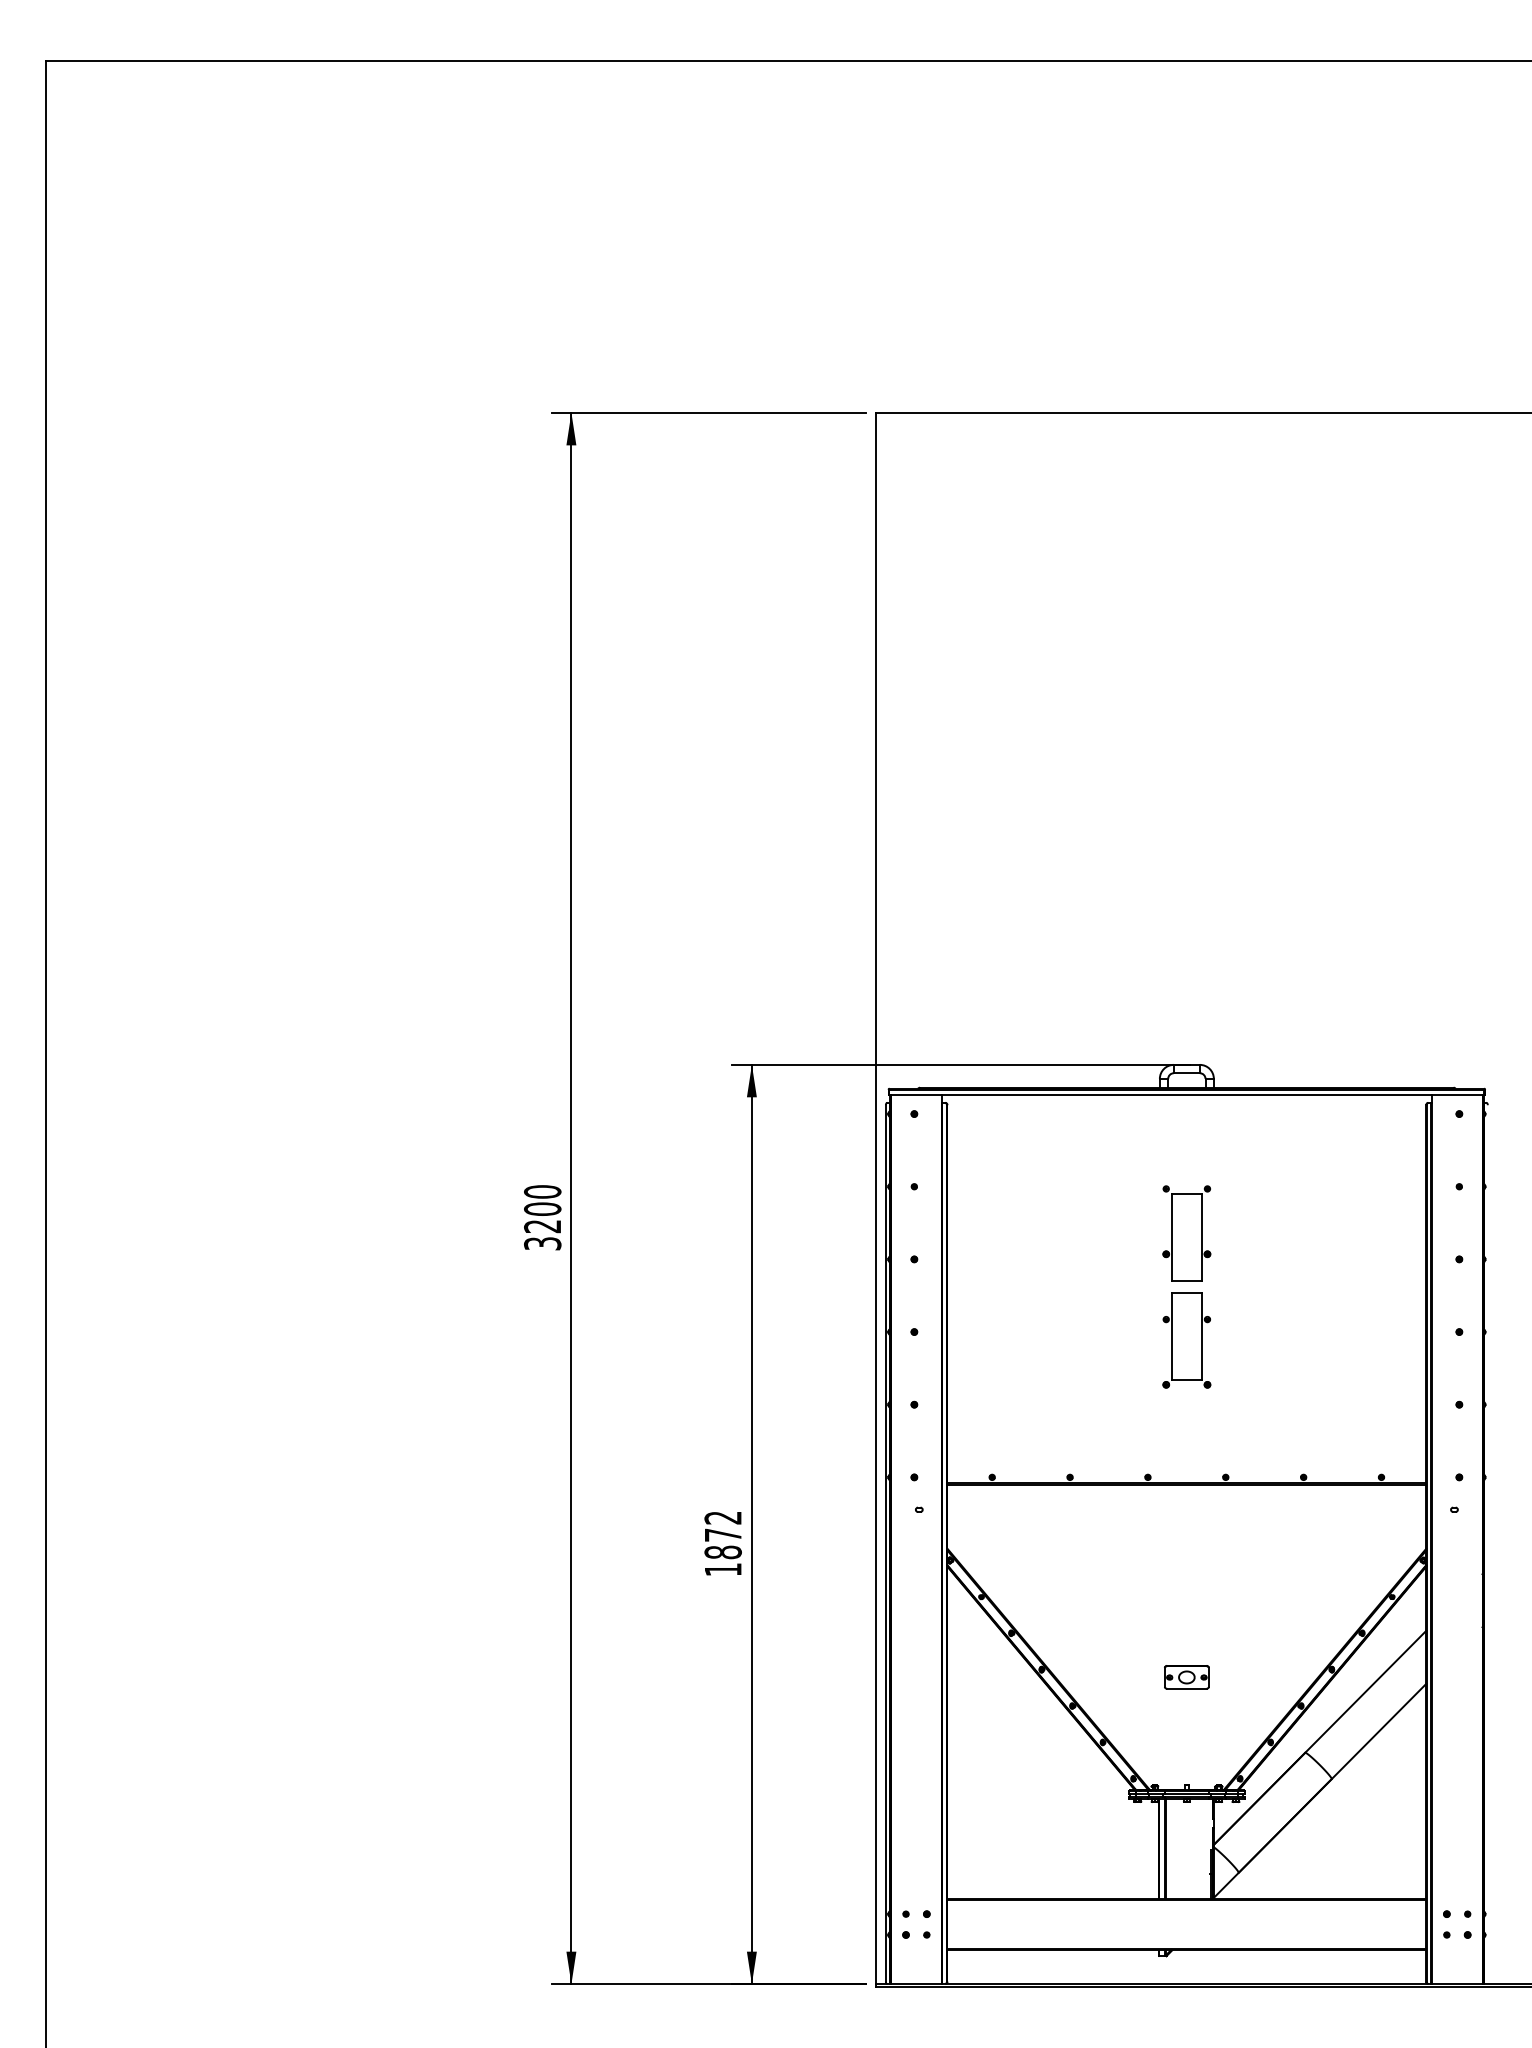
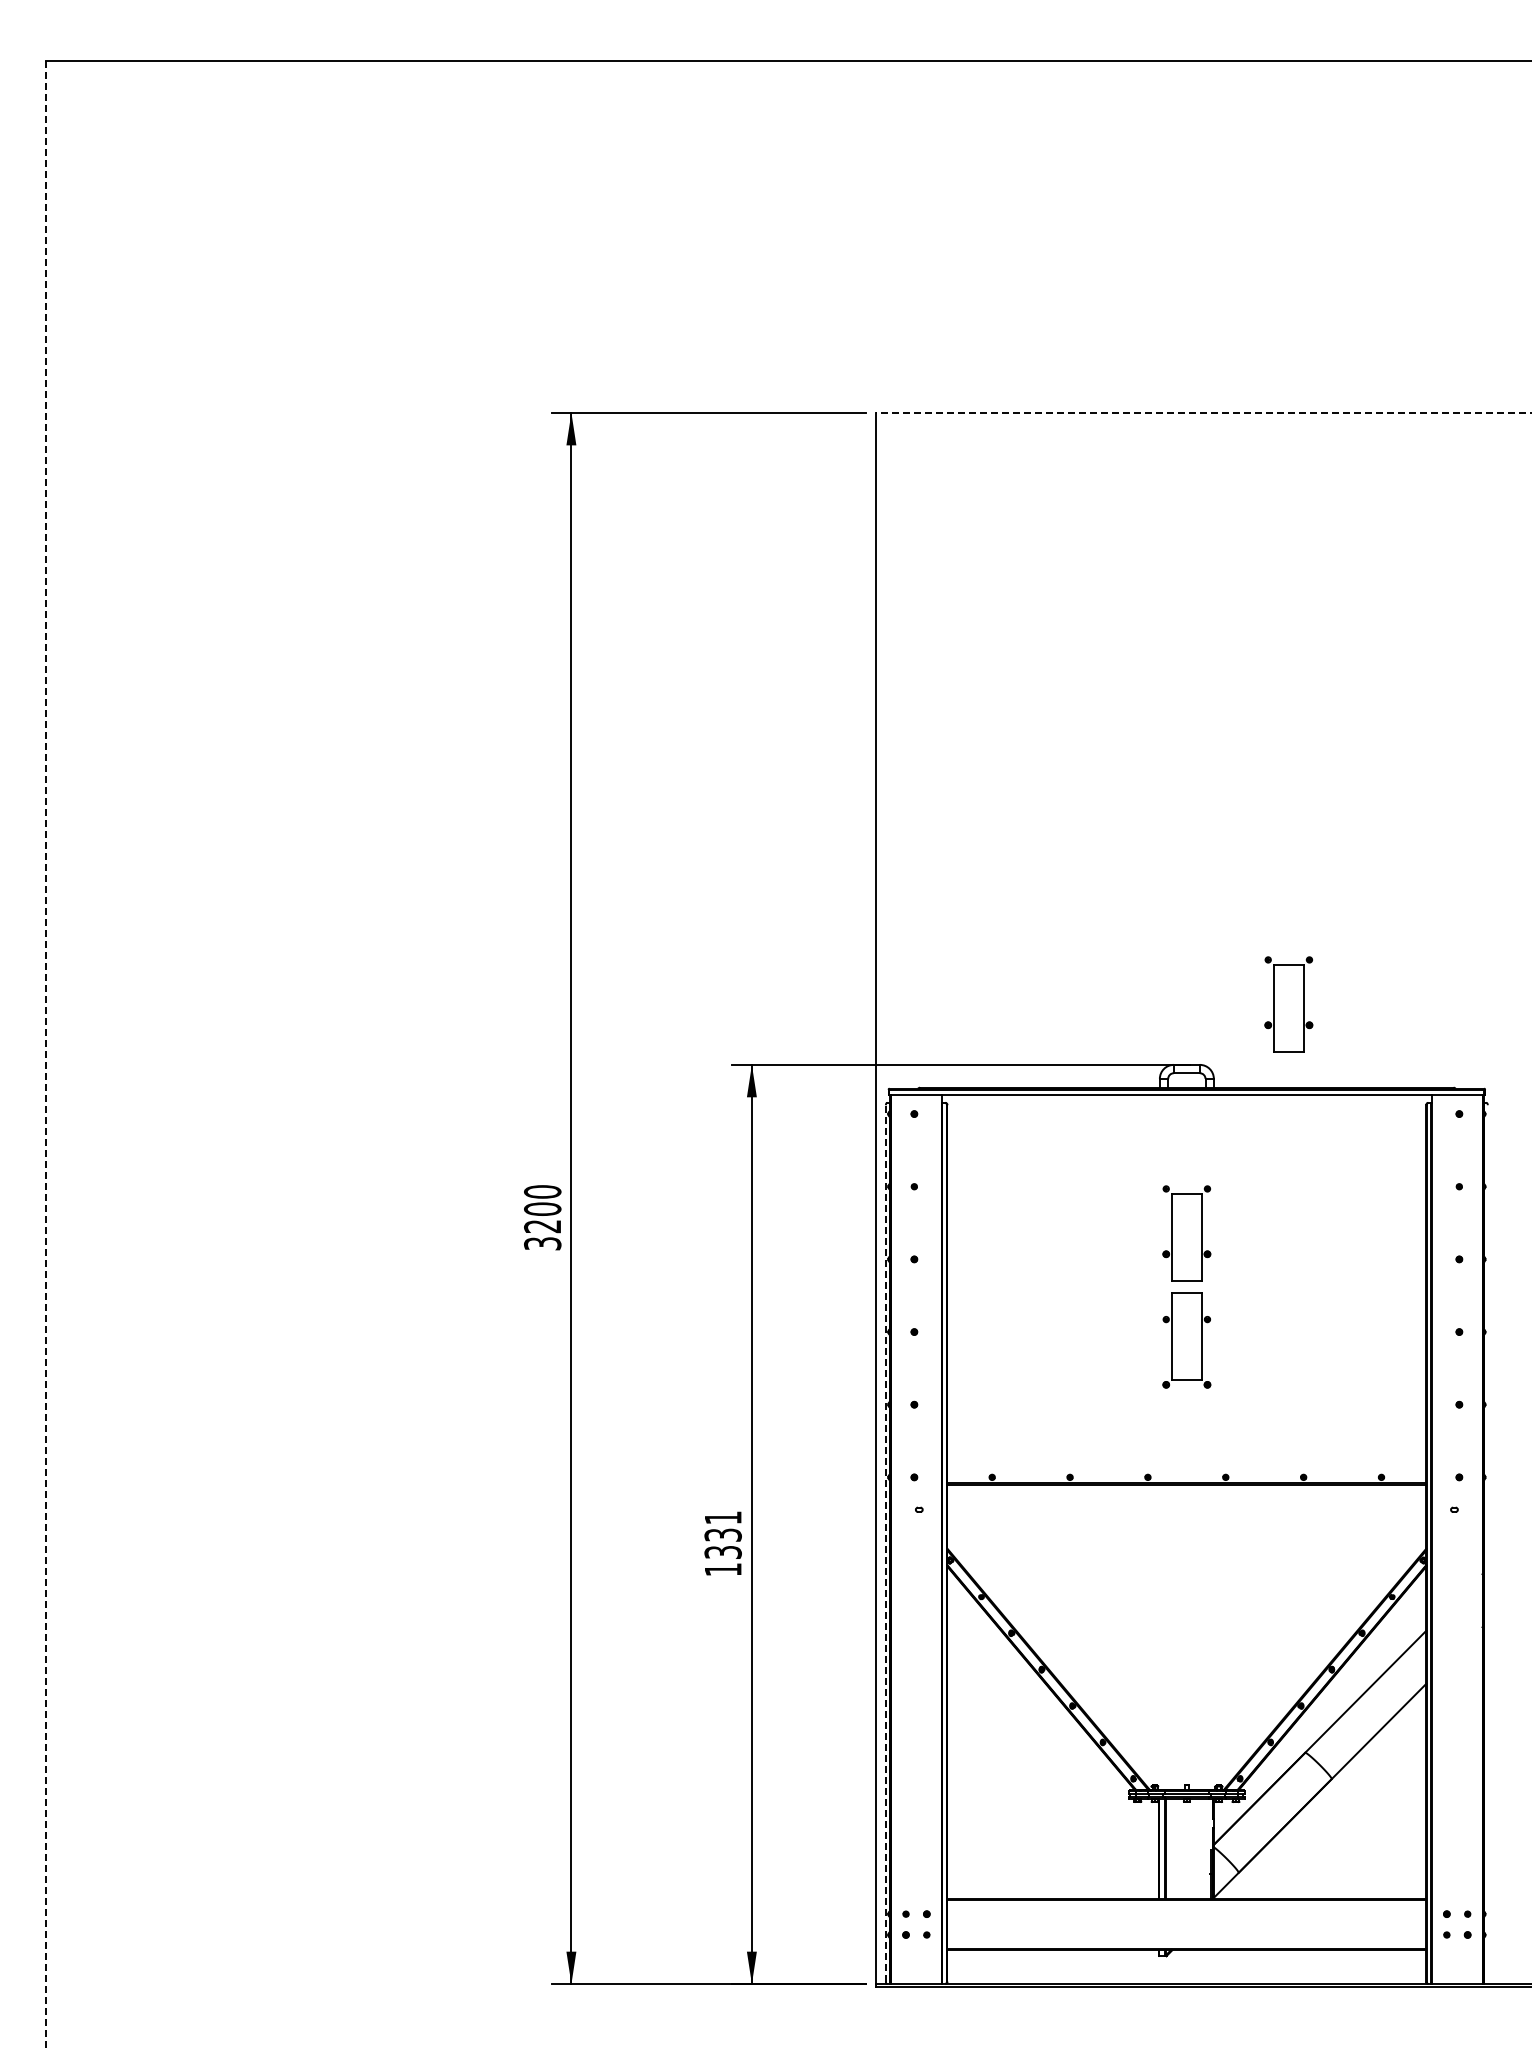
line at (1203, 412): solid -> dashed
part at (1288, 1004): none -> present
line at (45, 1055): solid -> dashed
text at (722, 1535): 1872 -> 1331
line at (885, 1542): solid -> dashed
part at (1186, 1677): present -> none
